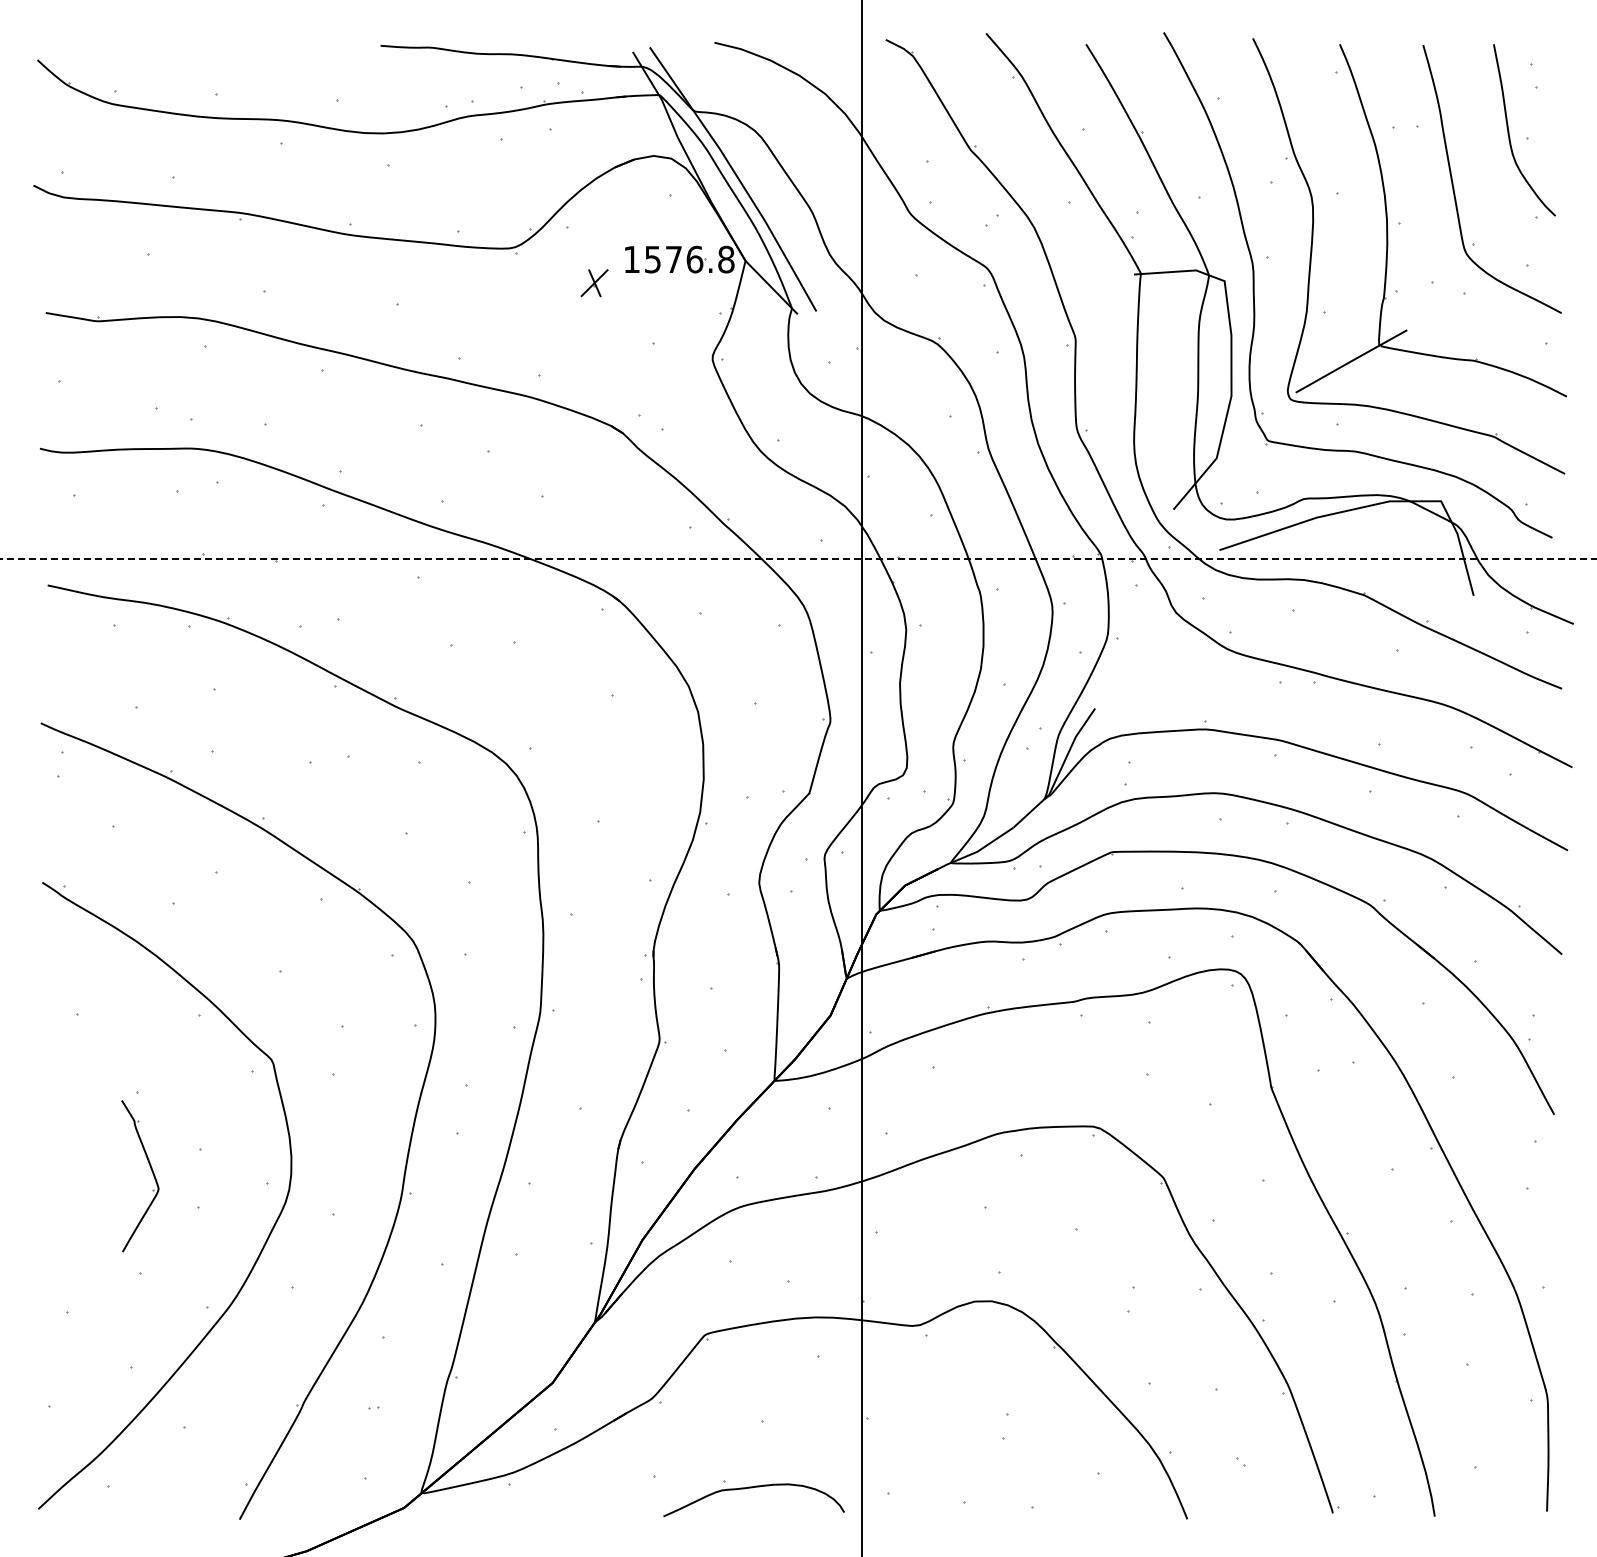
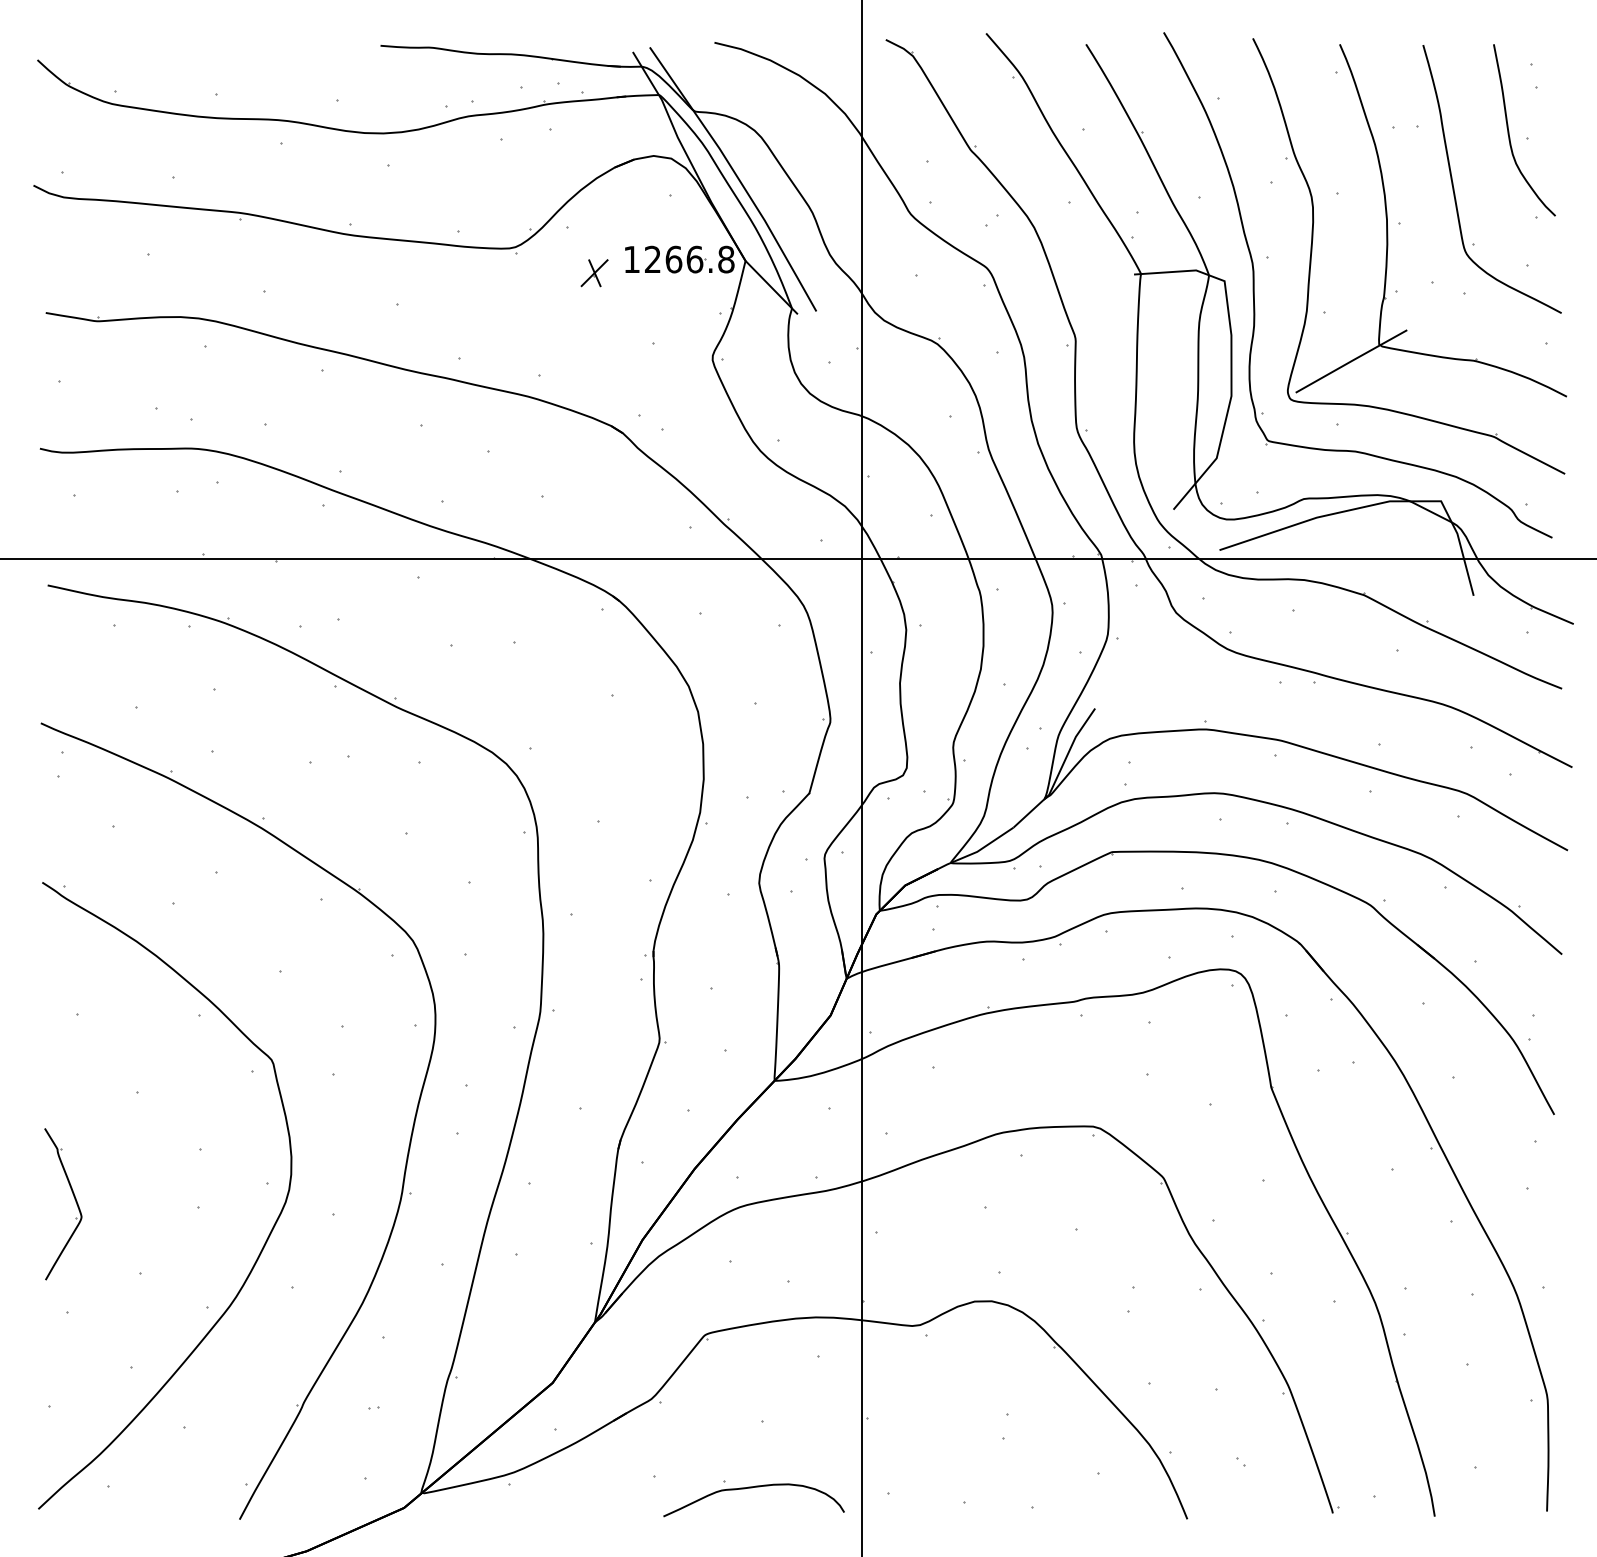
text at (663, 259): 1576.8 -> 1266.8
part at (594, 283) position: (594, 283) -> (594, 273)
line at (798, 559): dashed -> solid
part at (151, 1171) position: (151, 1171) -> (74, 1199)
